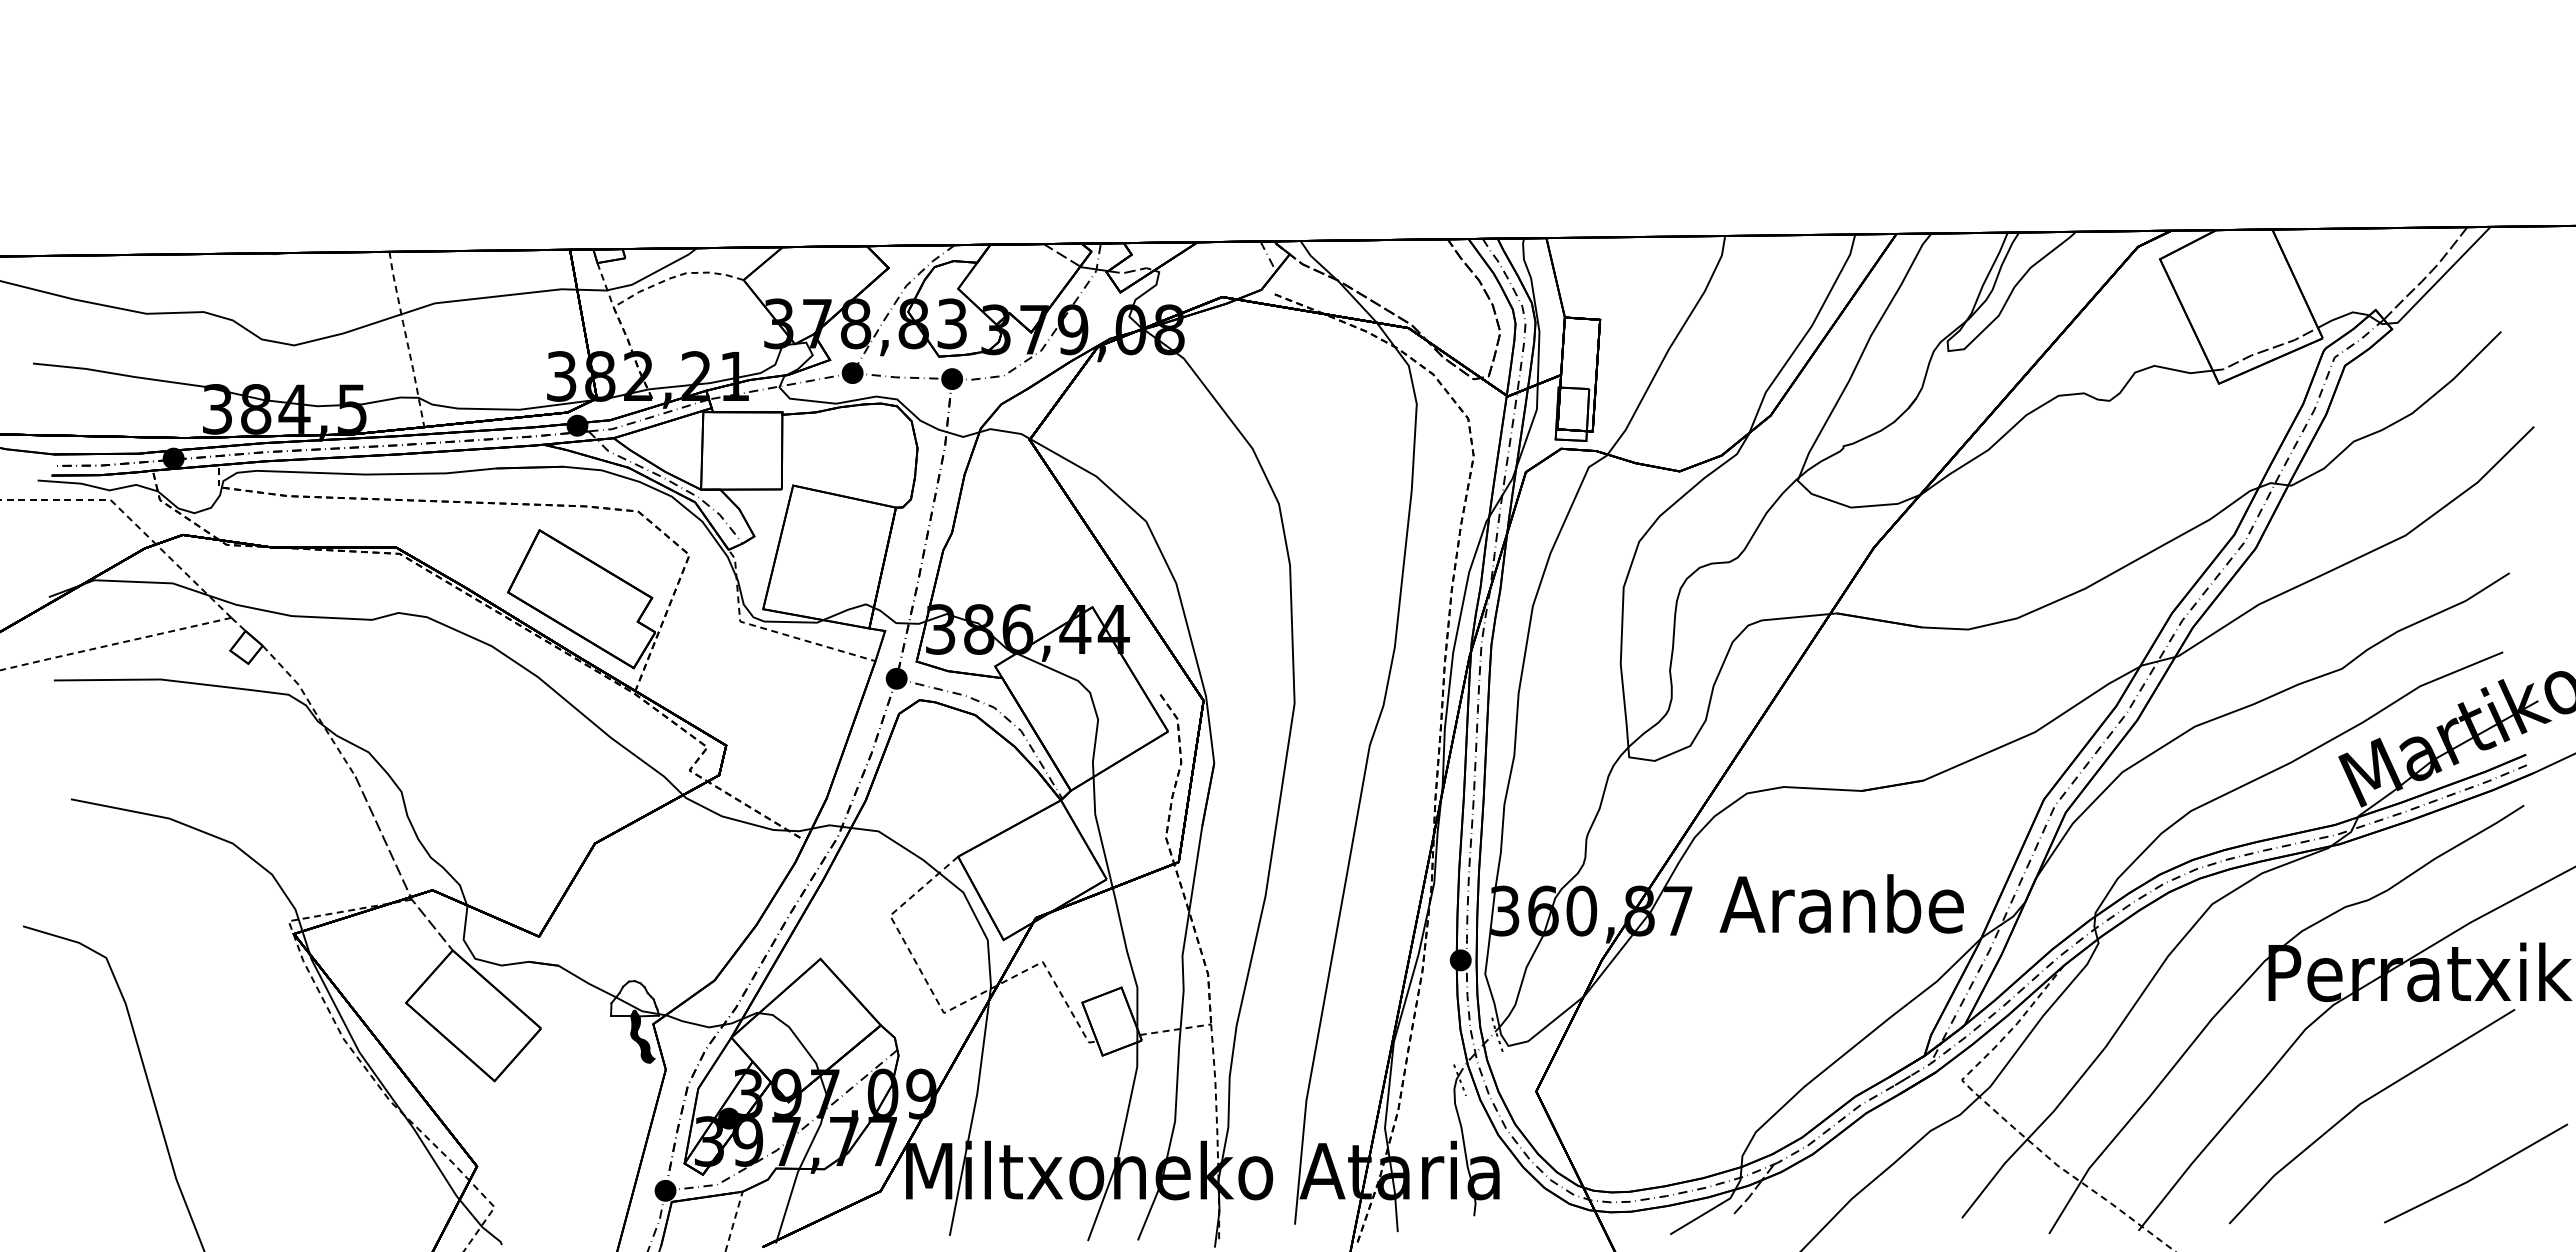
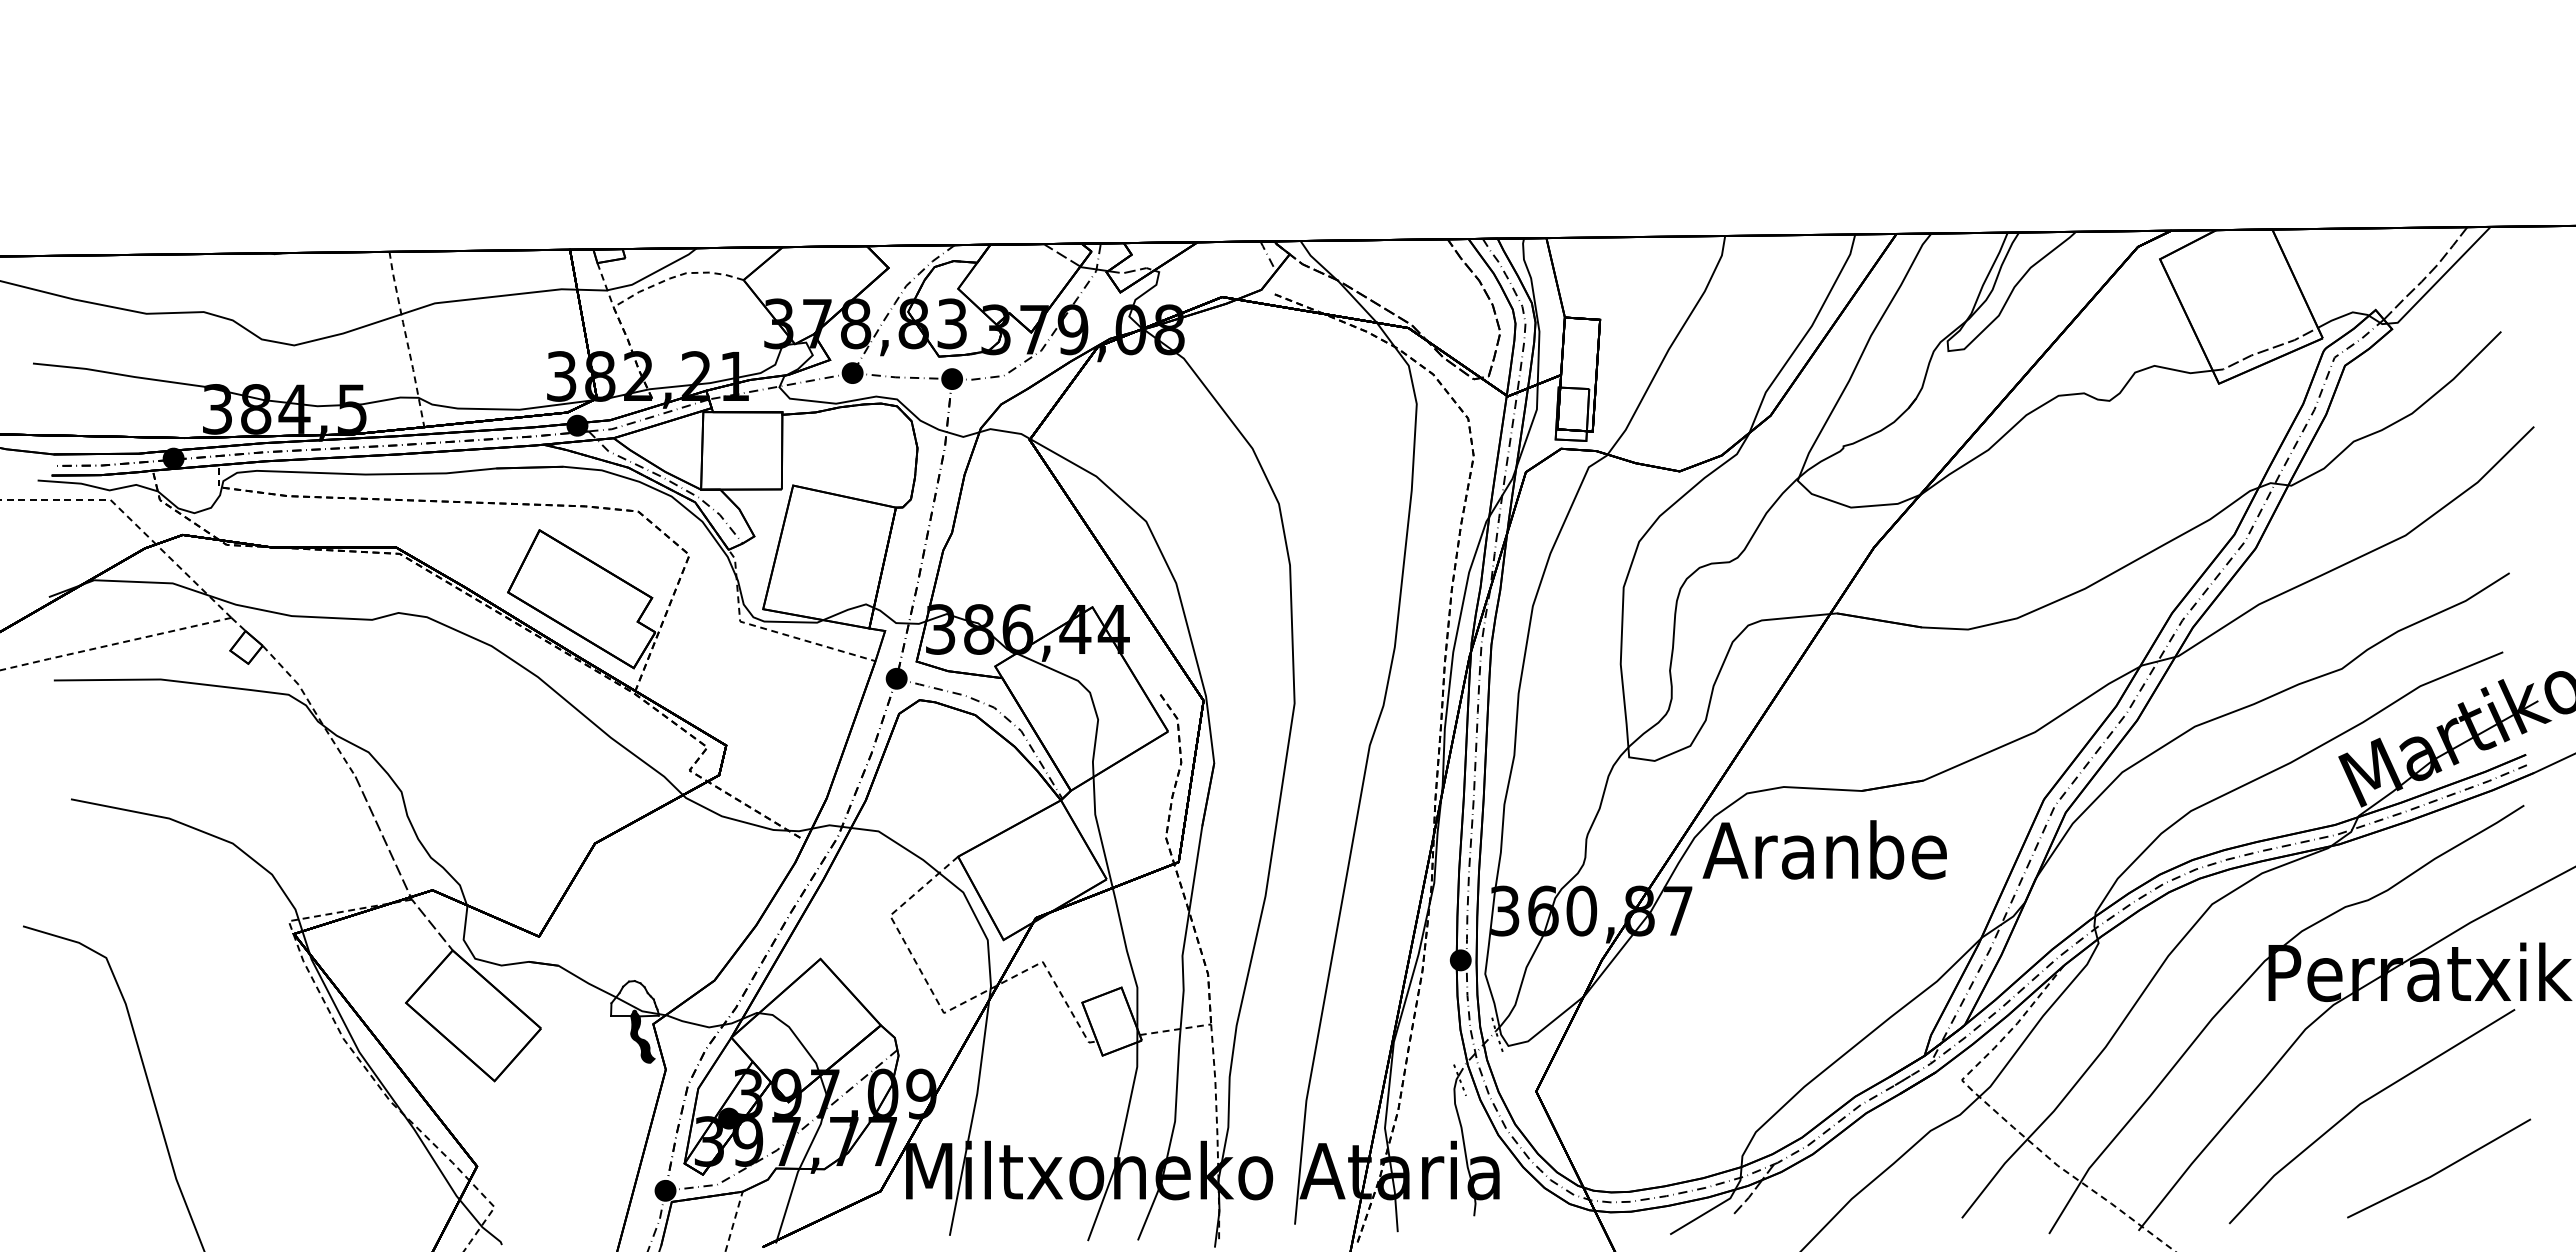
text at (1841, 903) position: (1841, 903) -> (1824, 849)
line at (2476, 1175) position: (2476, 1175) -> (2439, 1170)
